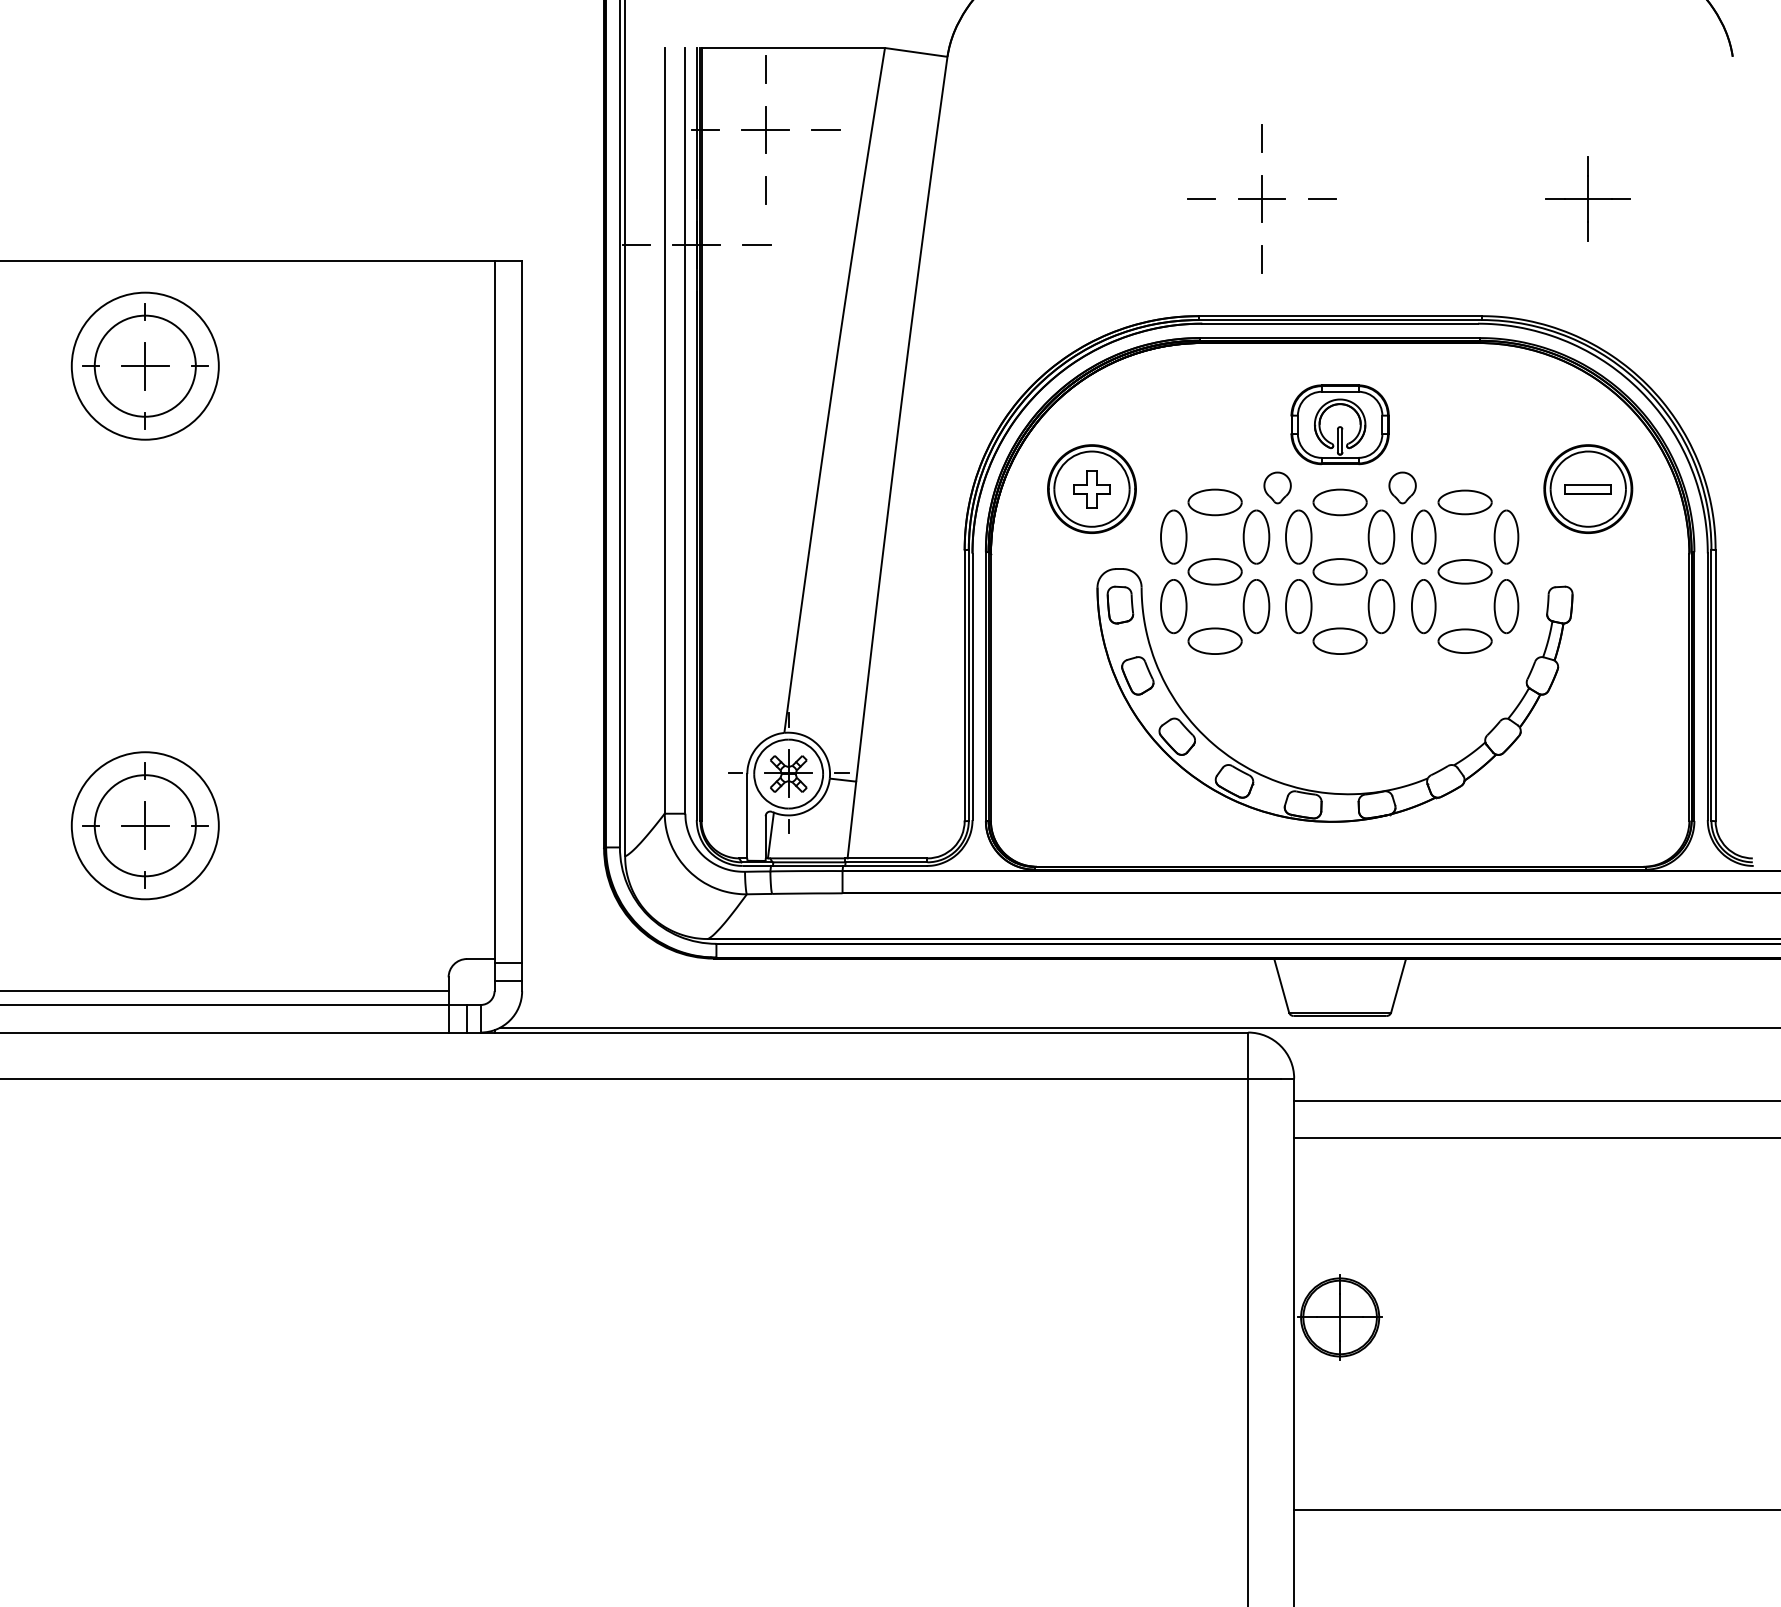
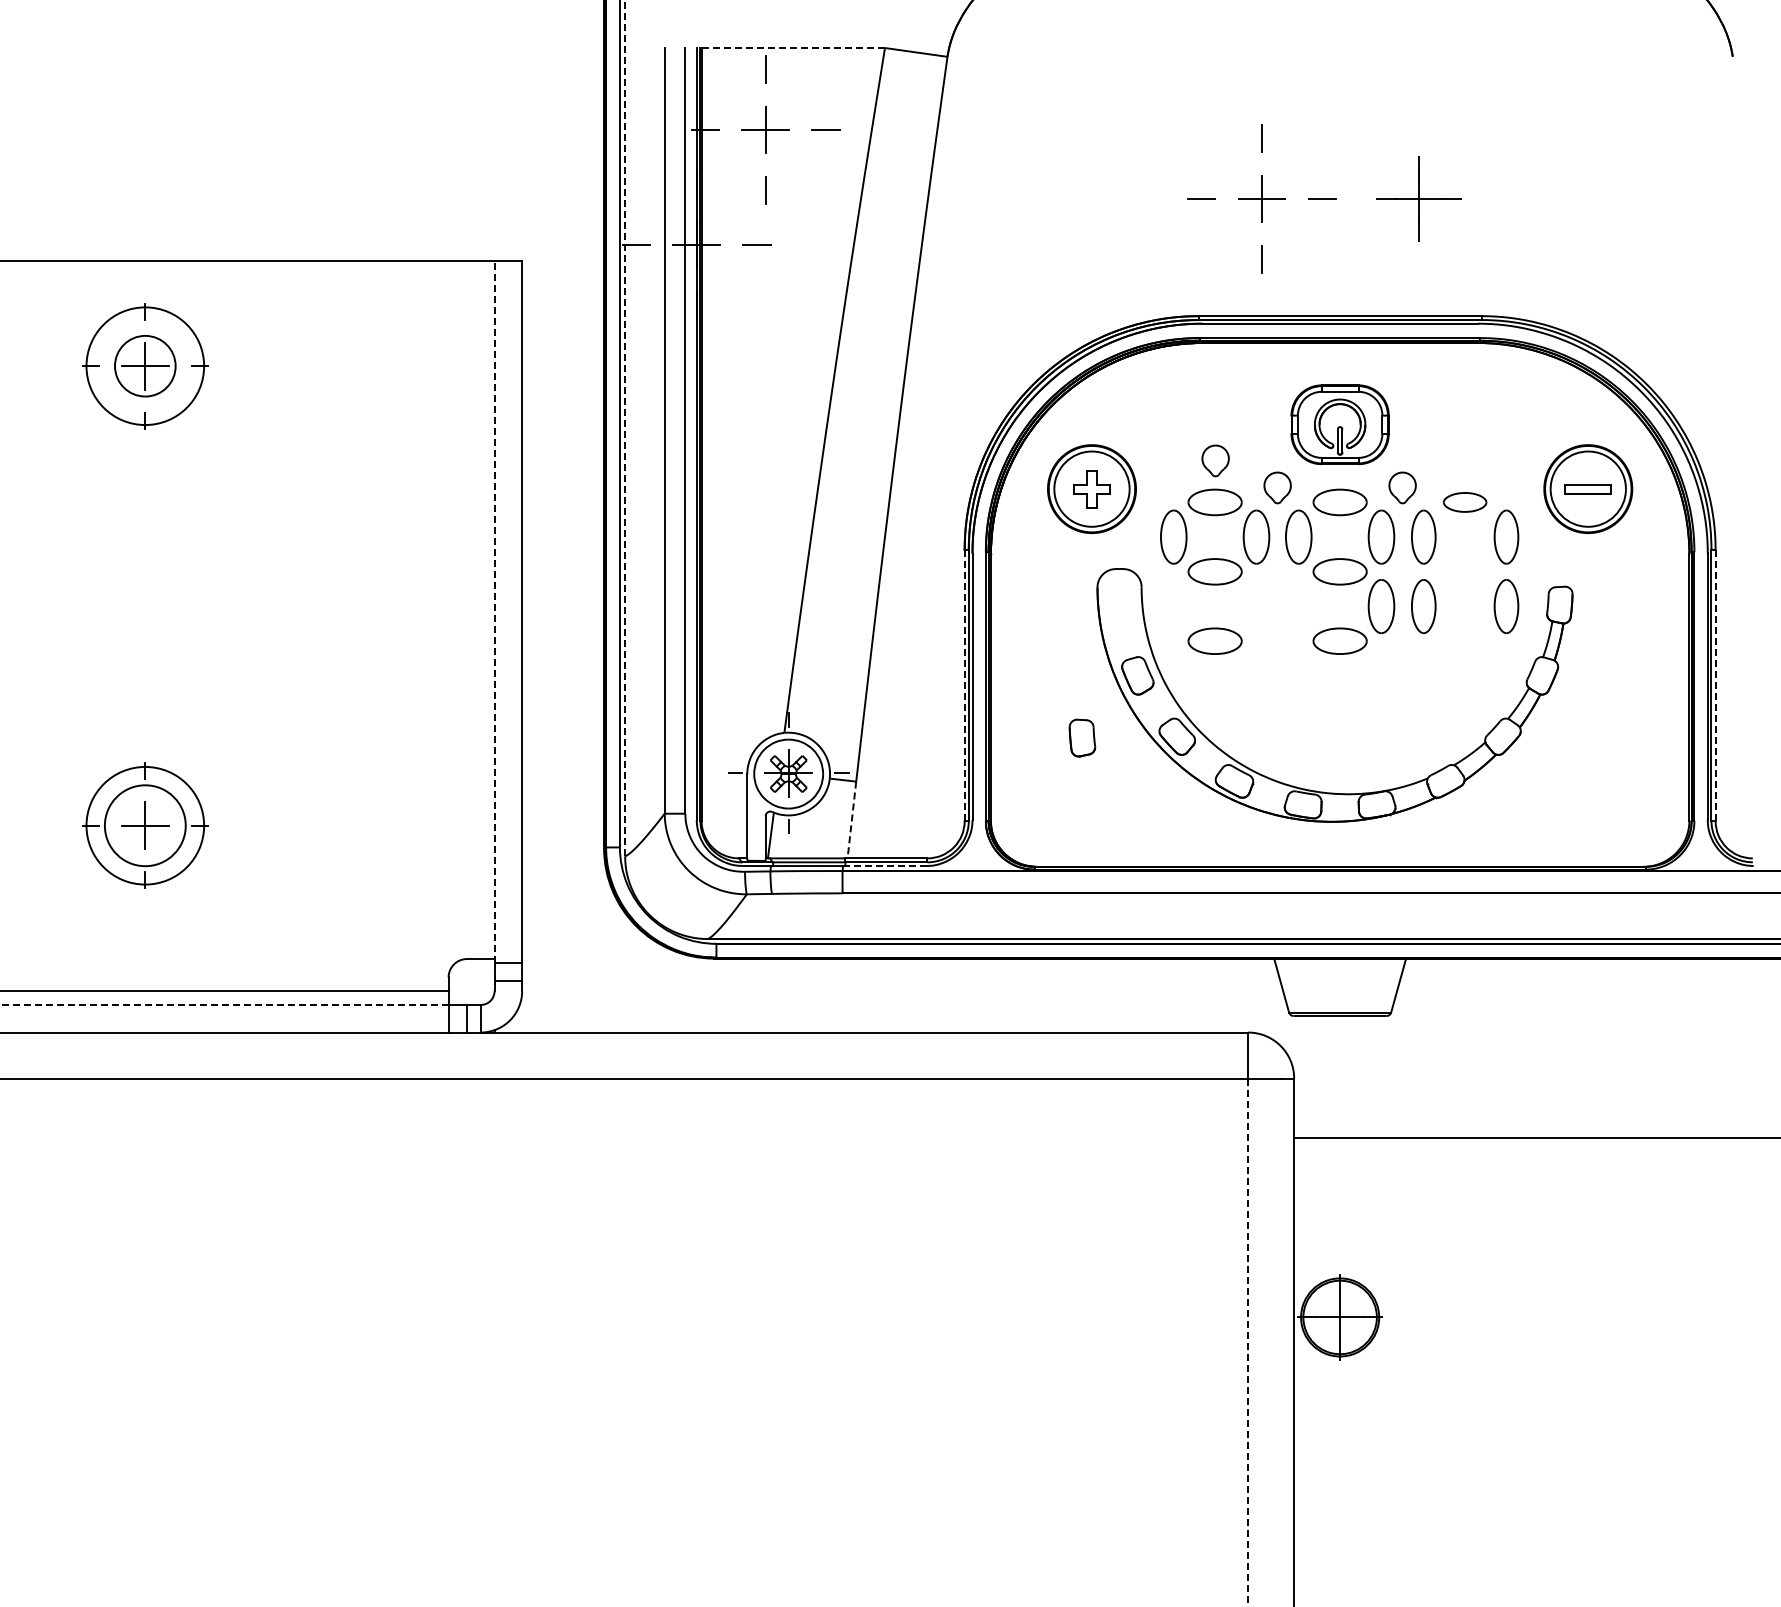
line at (793, 48): solid -> dashed
part at (1587, 198) position: (1587, 198) -> (1418, 198)
circle at (144, 365) diameter: 101 px -> 61 px
circle at (144, 365) diameter: 147 px -> 118 px
line at (625, 428): solid -> dashed
part at (1215, 460): none -> present
part at (1464, 502) size: 56x27 px -> 46x21 px
part at (1464, 571): present -> none
part at (1120, 604) position: (1120, 604) -> (1082, 737)
part at (1173, 606): present -> none
part at (1256, 606): present -> none
part at (1298, 606): present -> none
line at (494, 611): solid -> dashed
part at (1464, 640): present -> none
line at (964, 685): solid -> dashed
line at (1715, 685): solid -> dashed
line at (851, 820): solid -> dashed
circle at (144, 825) diameter: 101 px -> 81 px
circle at (144, 825) diameter: 147 px -> 118 px
line at (884, 866): solid -> dashed
line at (224, 1004): solid -> dashed
line at (1138, 1027): present -> none
line at (1535, 1101): present -> none
line at (1248, 1342): solid -> dashed
line at (1535, 1510): present -> none
